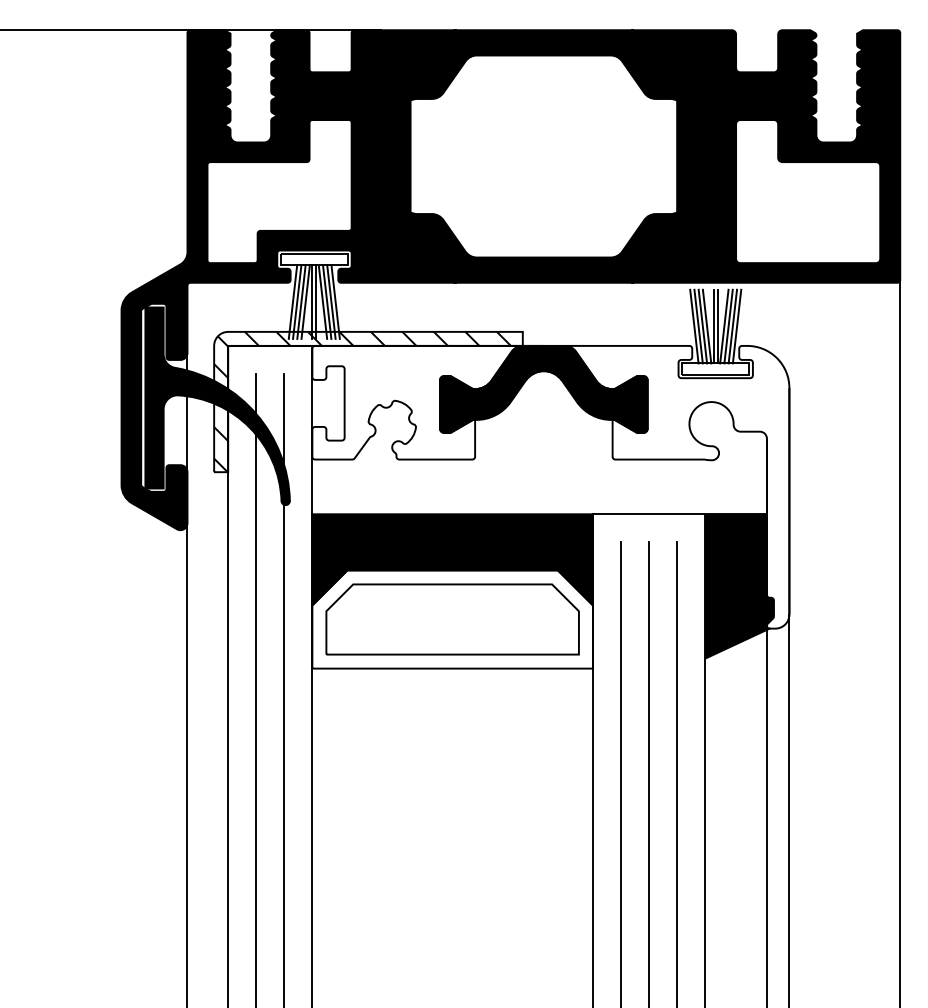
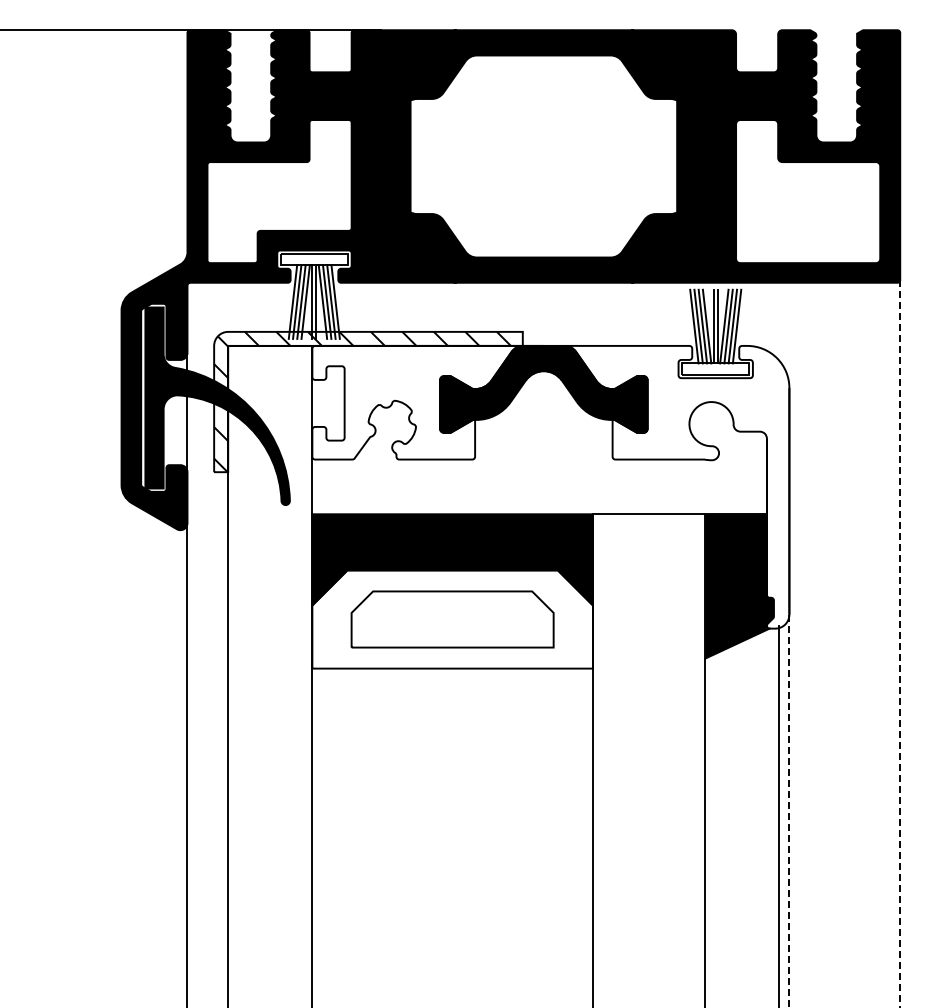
part at (452, 619) size: 255x73 px -> 205x59 px
line at (900, 643): solid -> dashed
line at (256, 688): present -> none
line at (284, 688): present -> none
line at (621, 773): present -> none
line at (649, 773): present -> none
line at (677, 773): present -> none
line at (789, 811): solid -> dashed
line at (766, 814) position: (766, 814) -> (778, 814)
